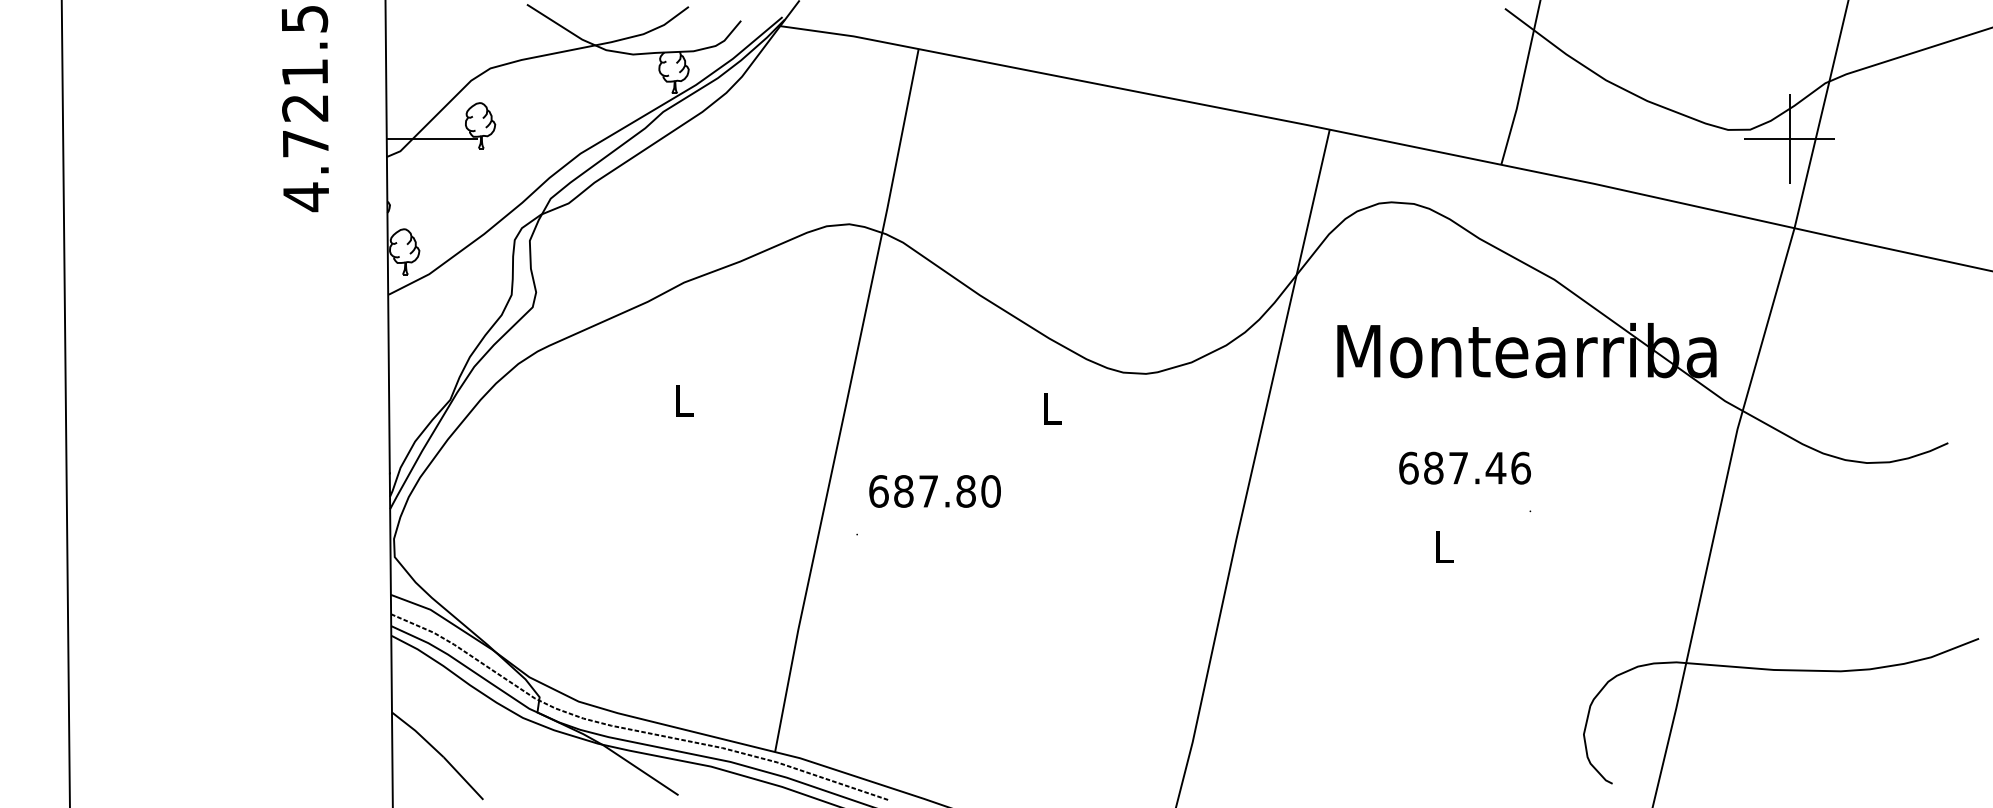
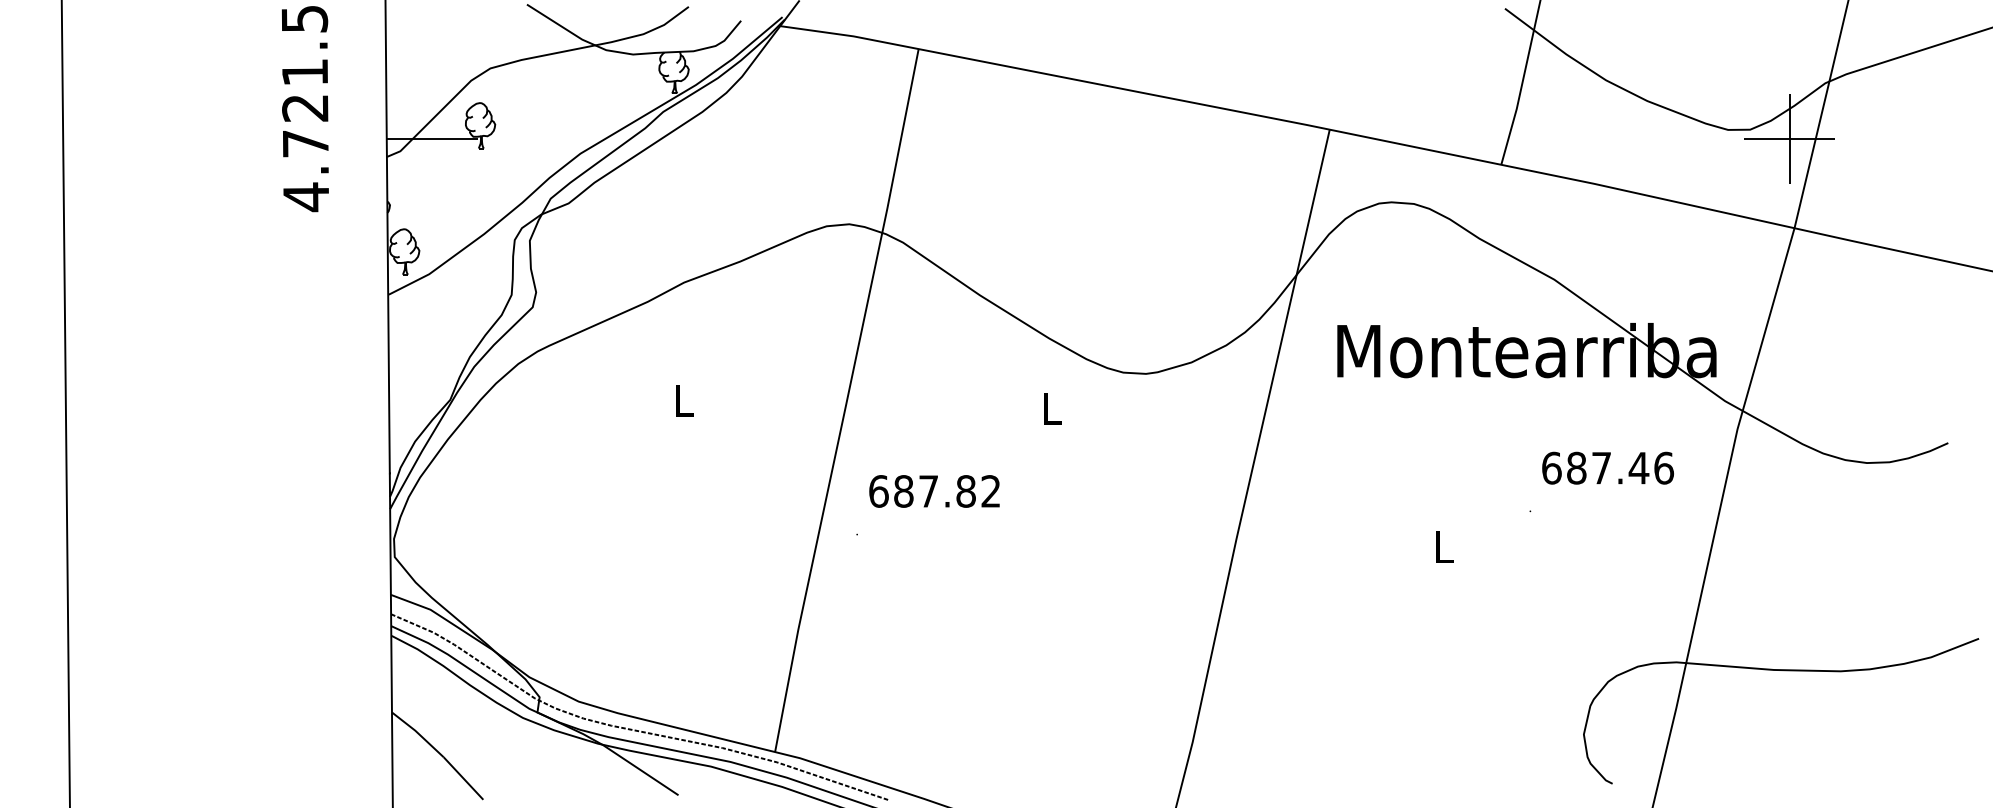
text at (1464, 467) position: (1464, 467) -> (1607, 467)
text at (990, 491): 687.80 -> 687.82
